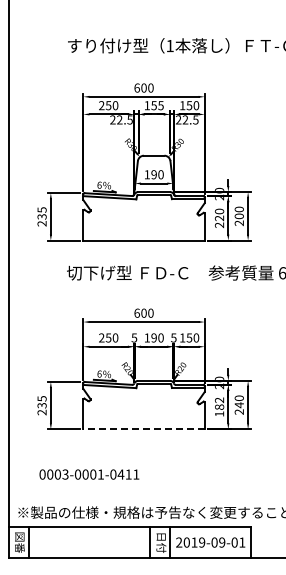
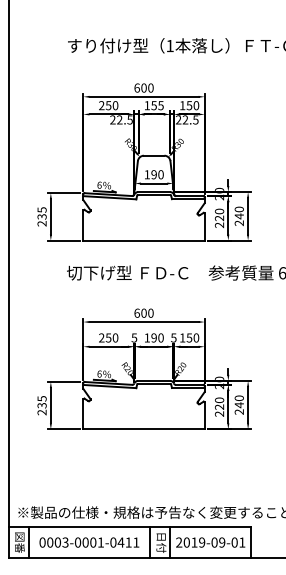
text at (238, 216): 200 -> 240
text at (219, 406): 182 -> 220
line at (144, 429): dashed -> solid
text at (89, 474) position: (89, 474) -> (89, 542)
